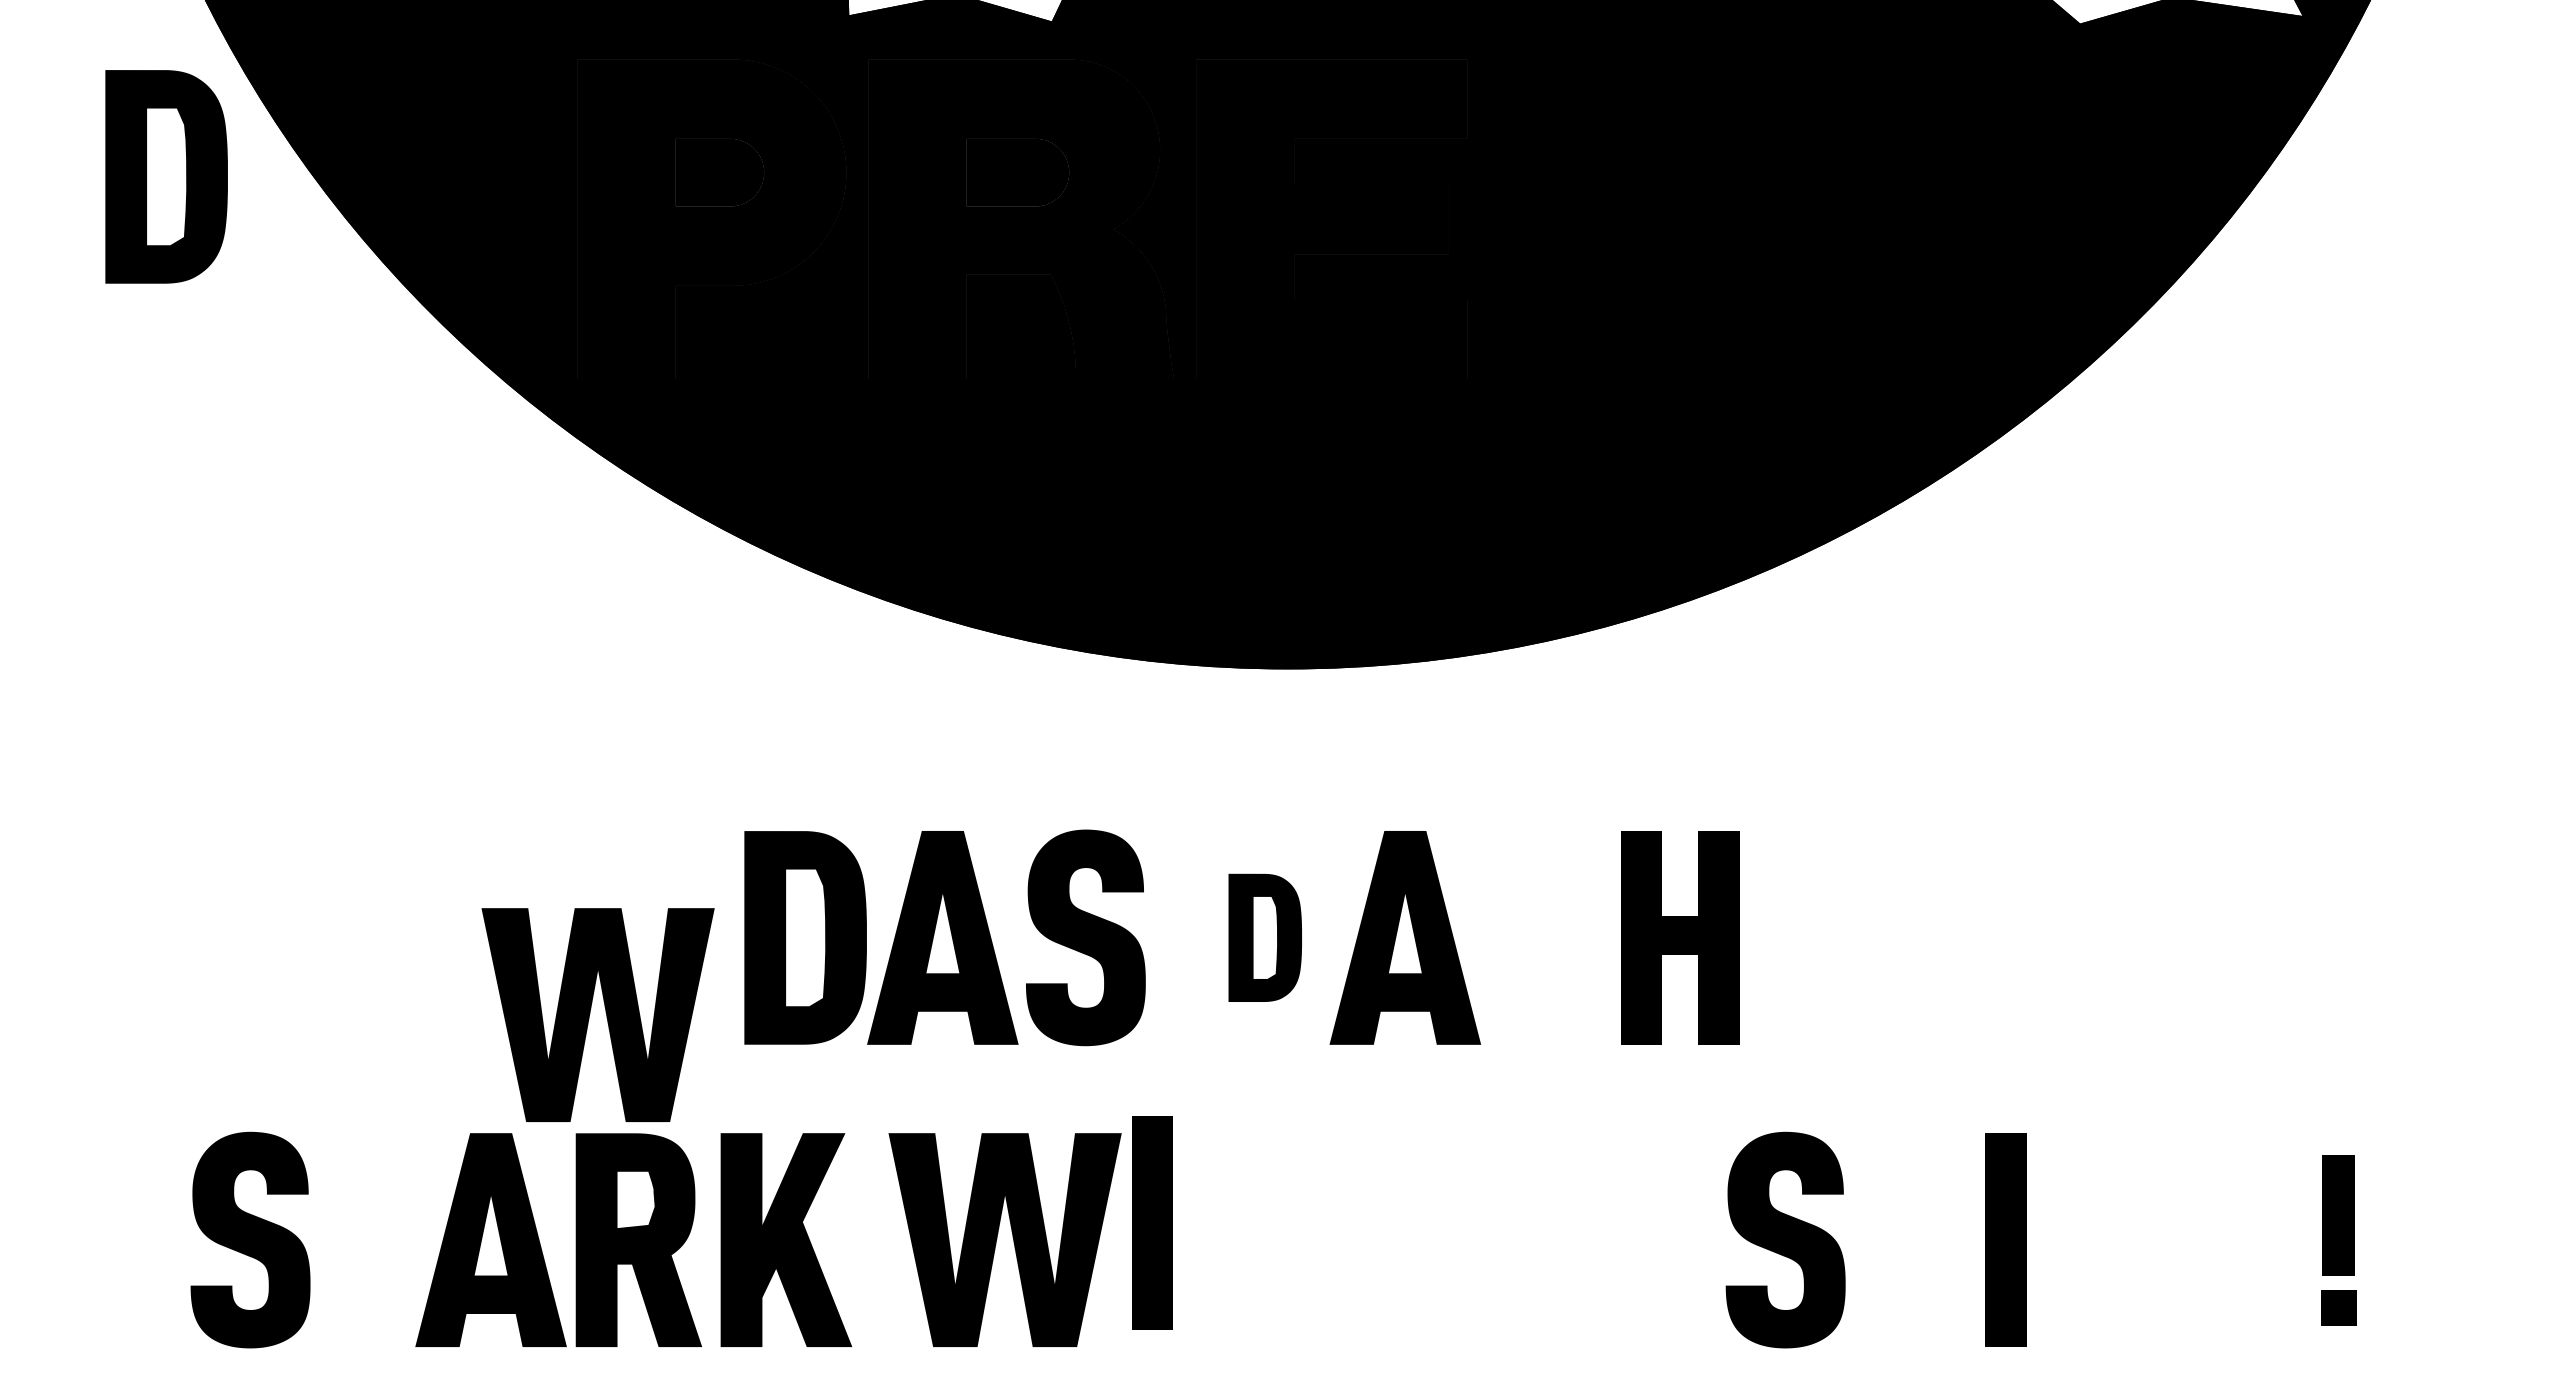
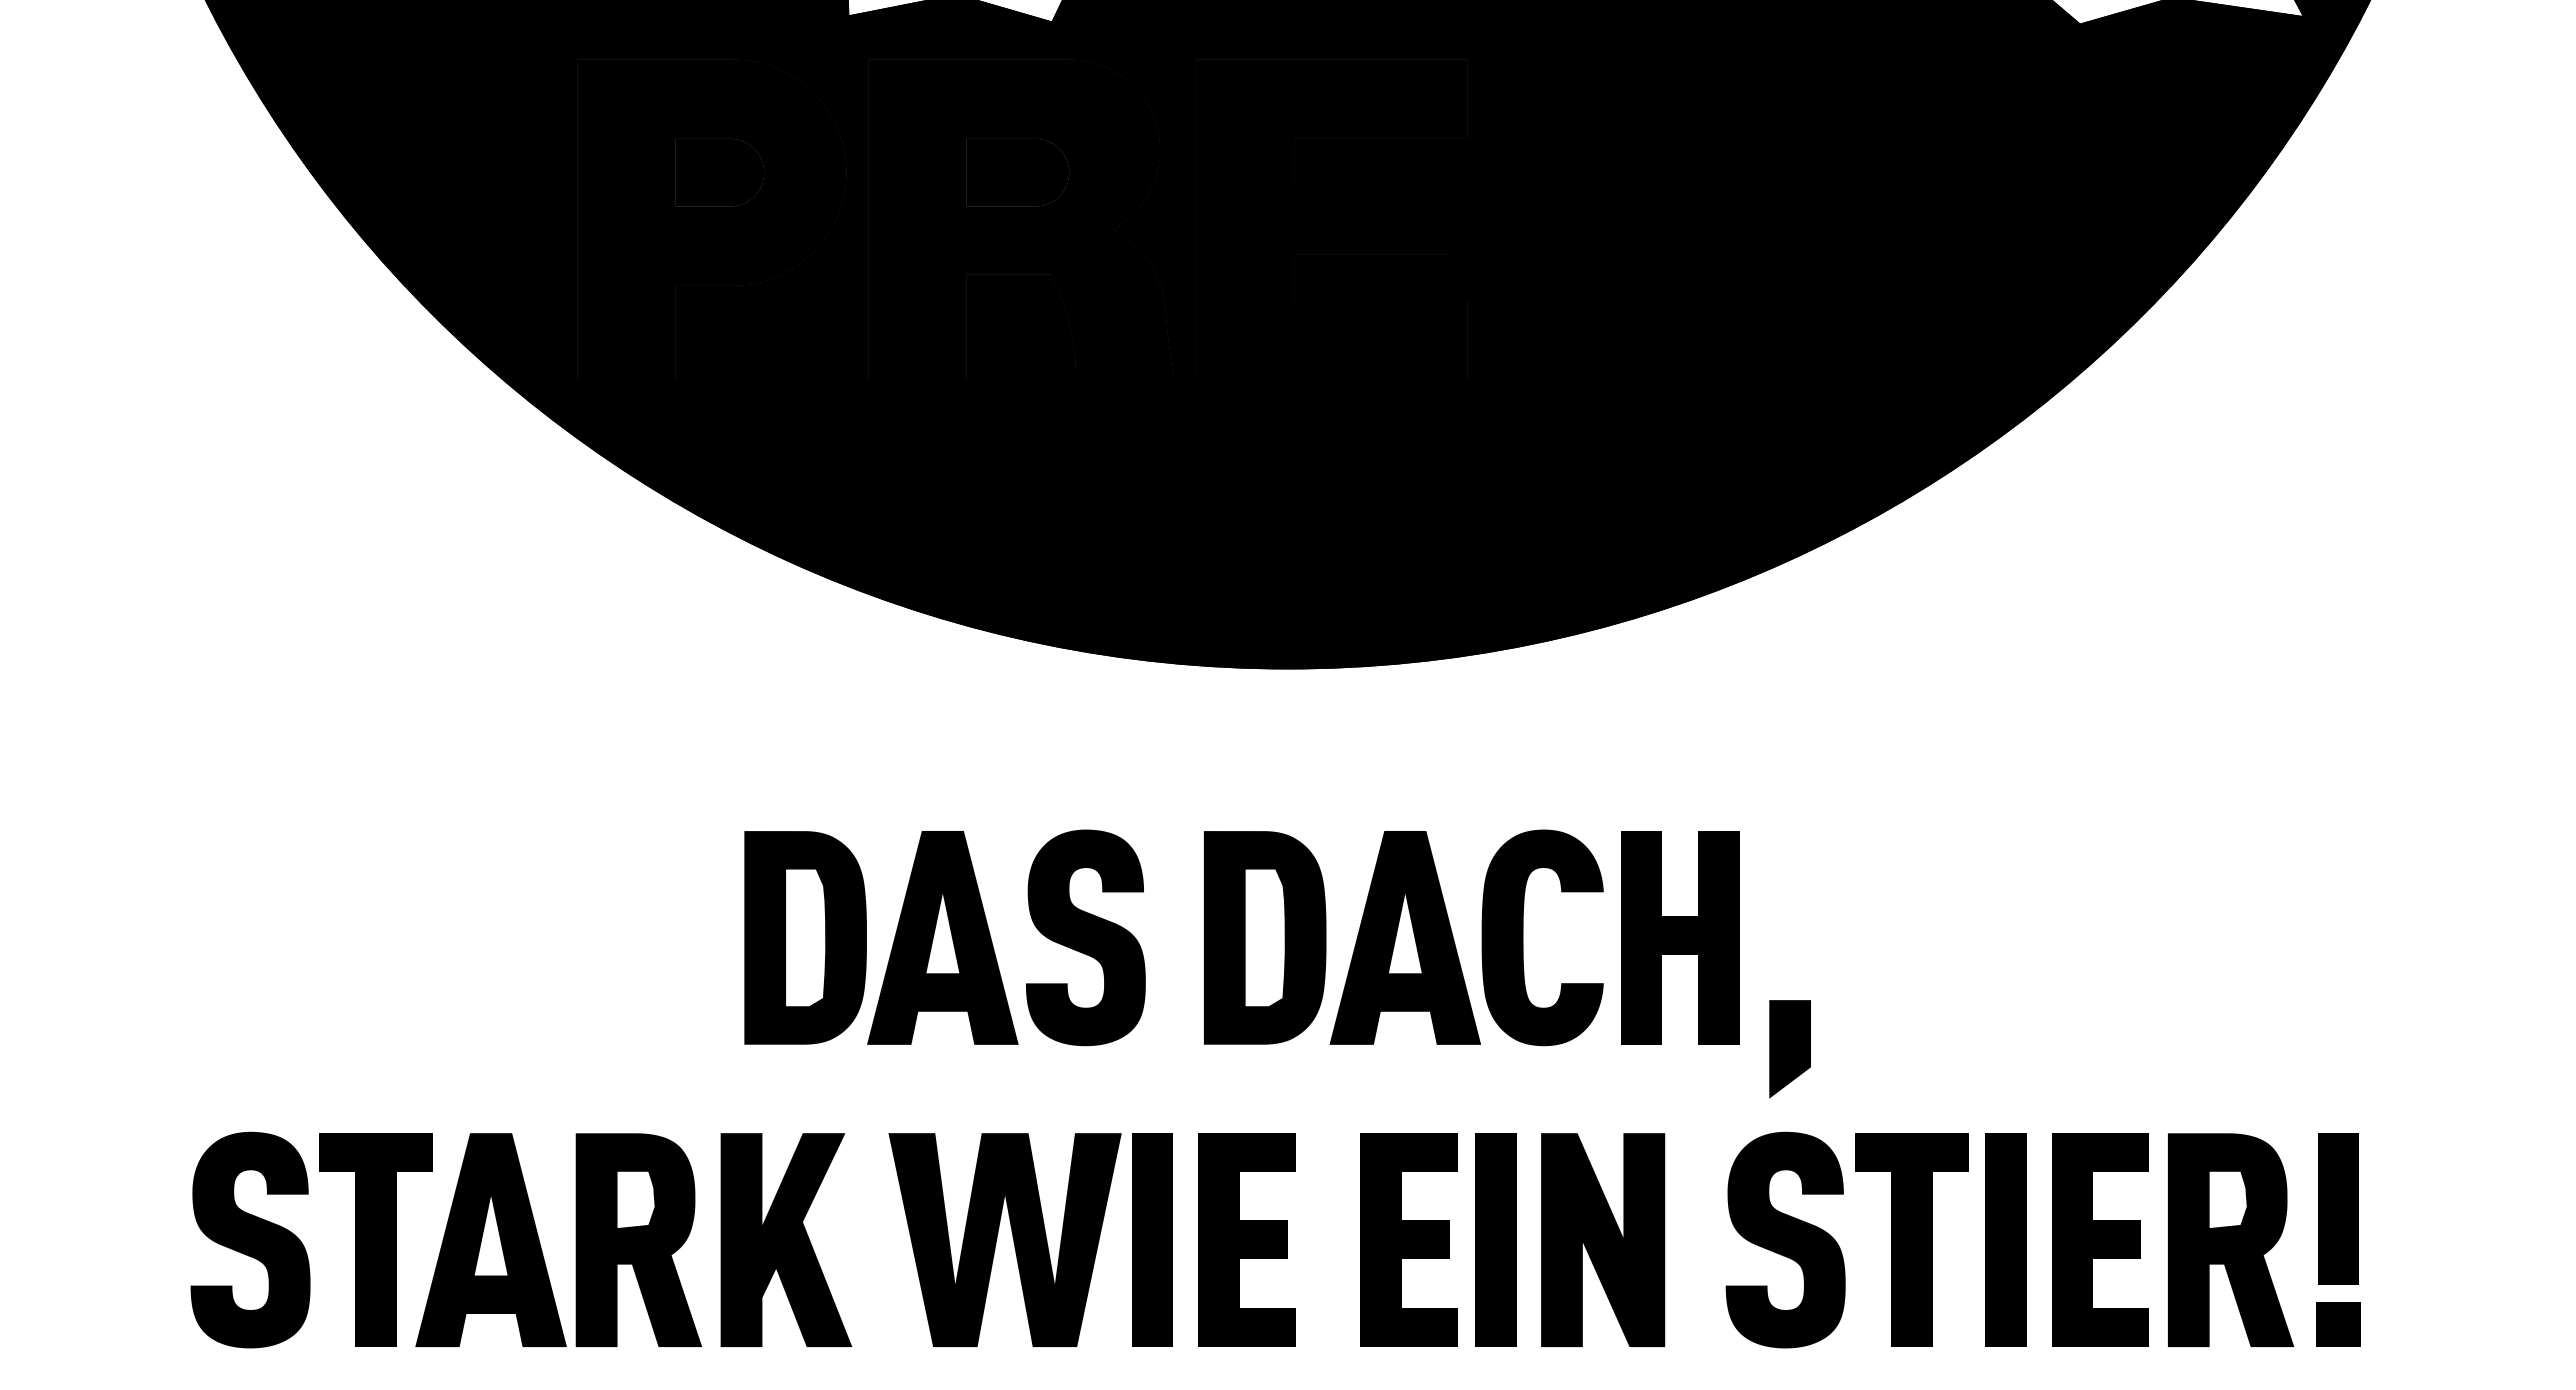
part at (166, 176): present -> none
part at (1264, 937) size: 74x129 px -> 123x214 px
part at (1523, 937): none -> present
part at (590, 1014): present -> none
fill at (1790, 1049): none -> present
part at (1152, 1222) position: (1152, 1222) -> (1152, 1239)
fill at (1246, 1239): none -> present
fill at (1408, 1239): none -> present
part at (1911, 1239): none -> present
fill at (2100, 1239): none -> present
part at (2231, 1239): none -> present
fill at (375, 1240): none -> present
fill at (1496, 1240): none -> present
fill at (1603, 1240): none -> present
part at (2338, 1240) size: 36x171 px -> 45x214 px
